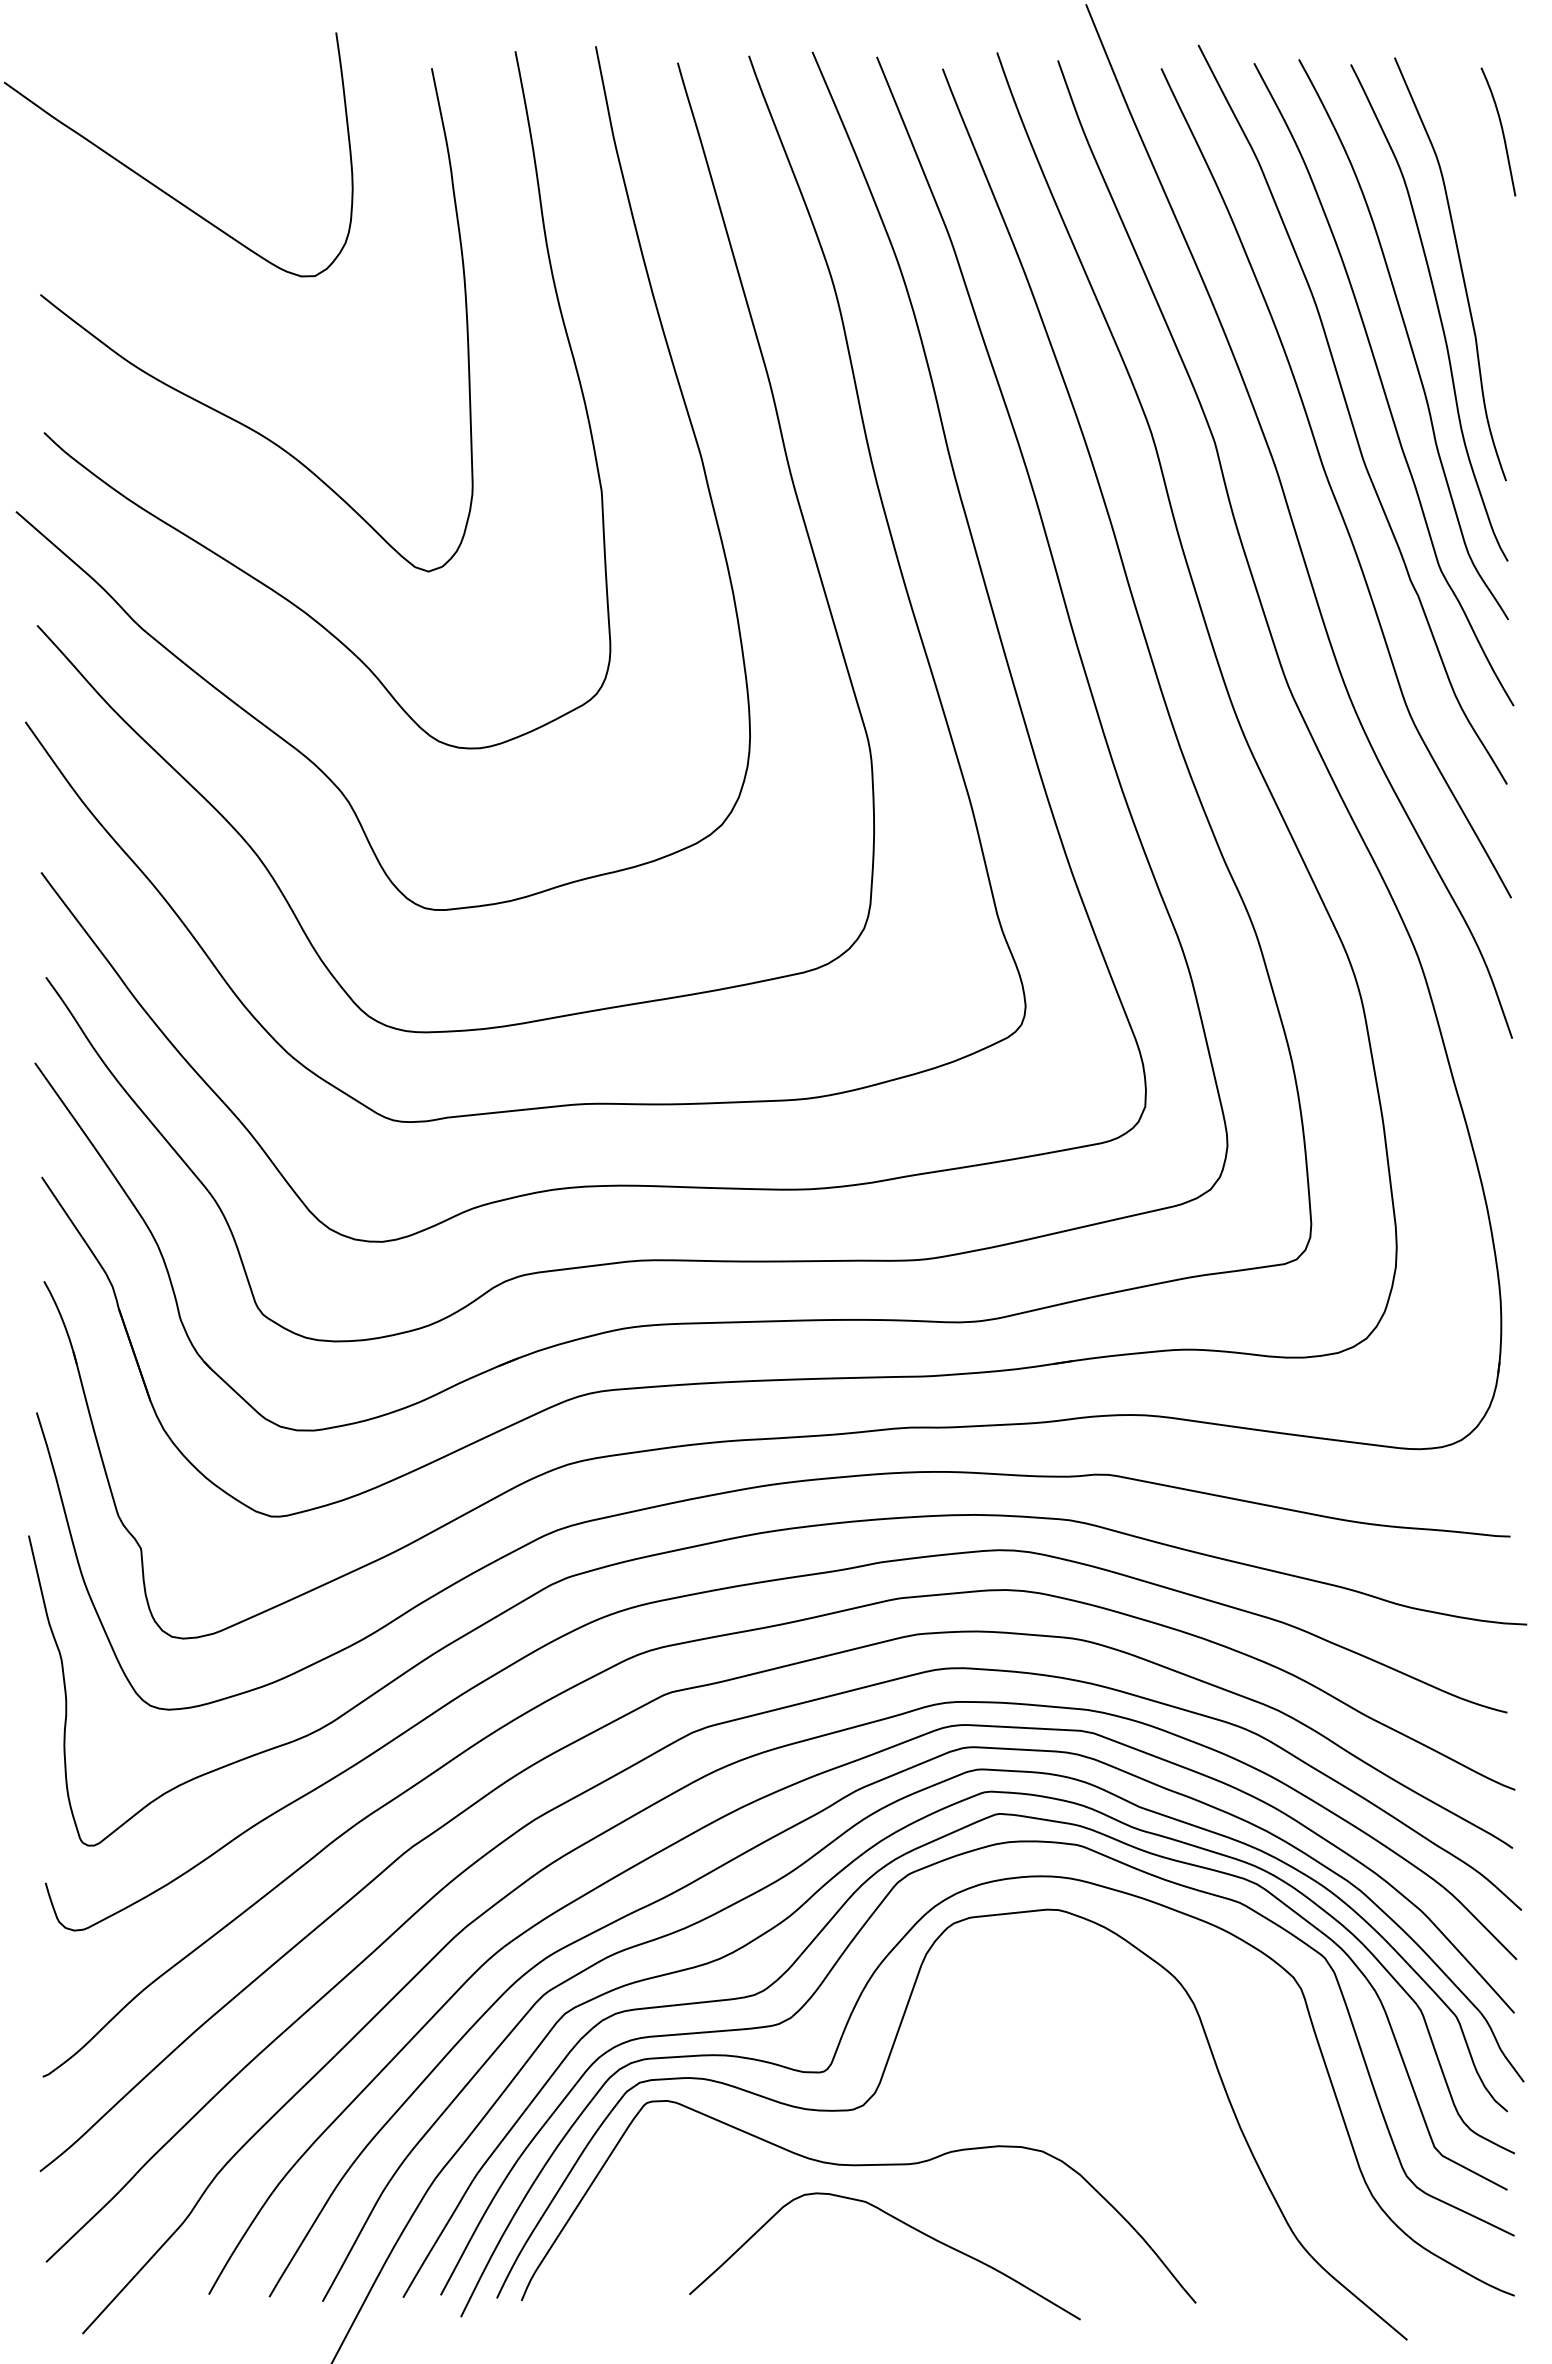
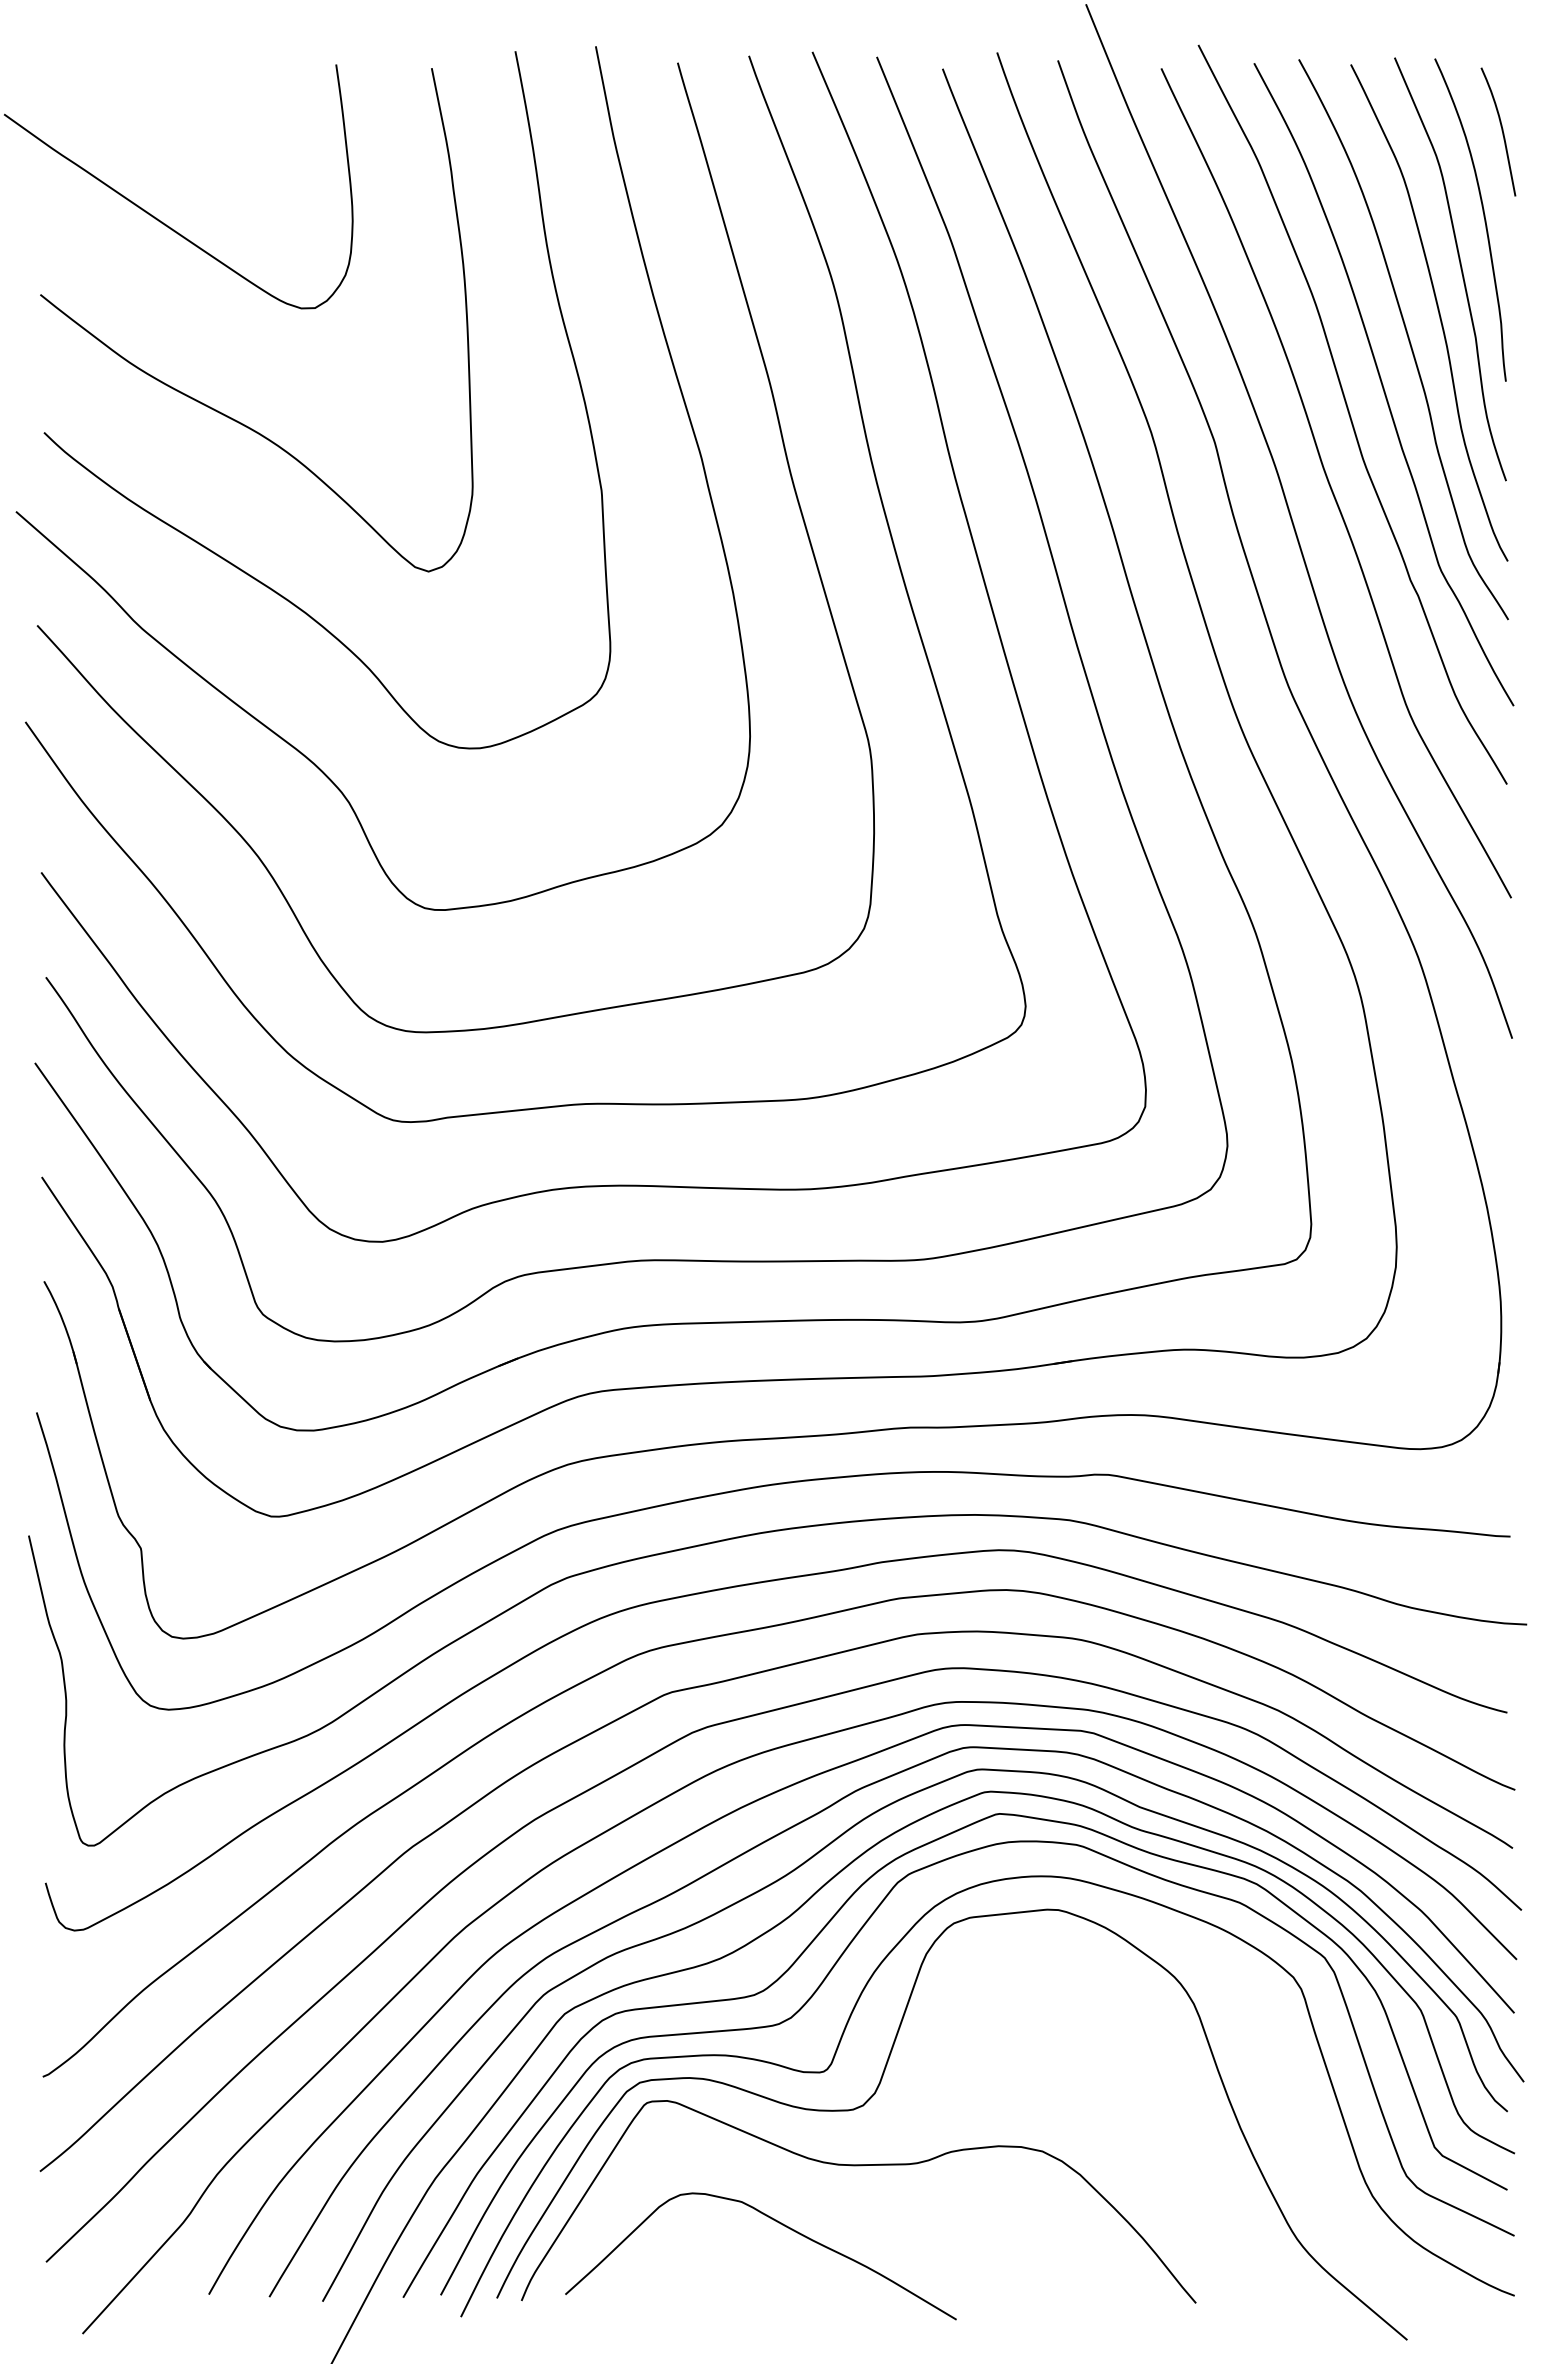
curve at (156, 185) position: (156, 185) -> (156, 217)
curve at (1483, 217): none -> present
curve at (902, 2223) position: (902, 2223) -> (778, 2223)
